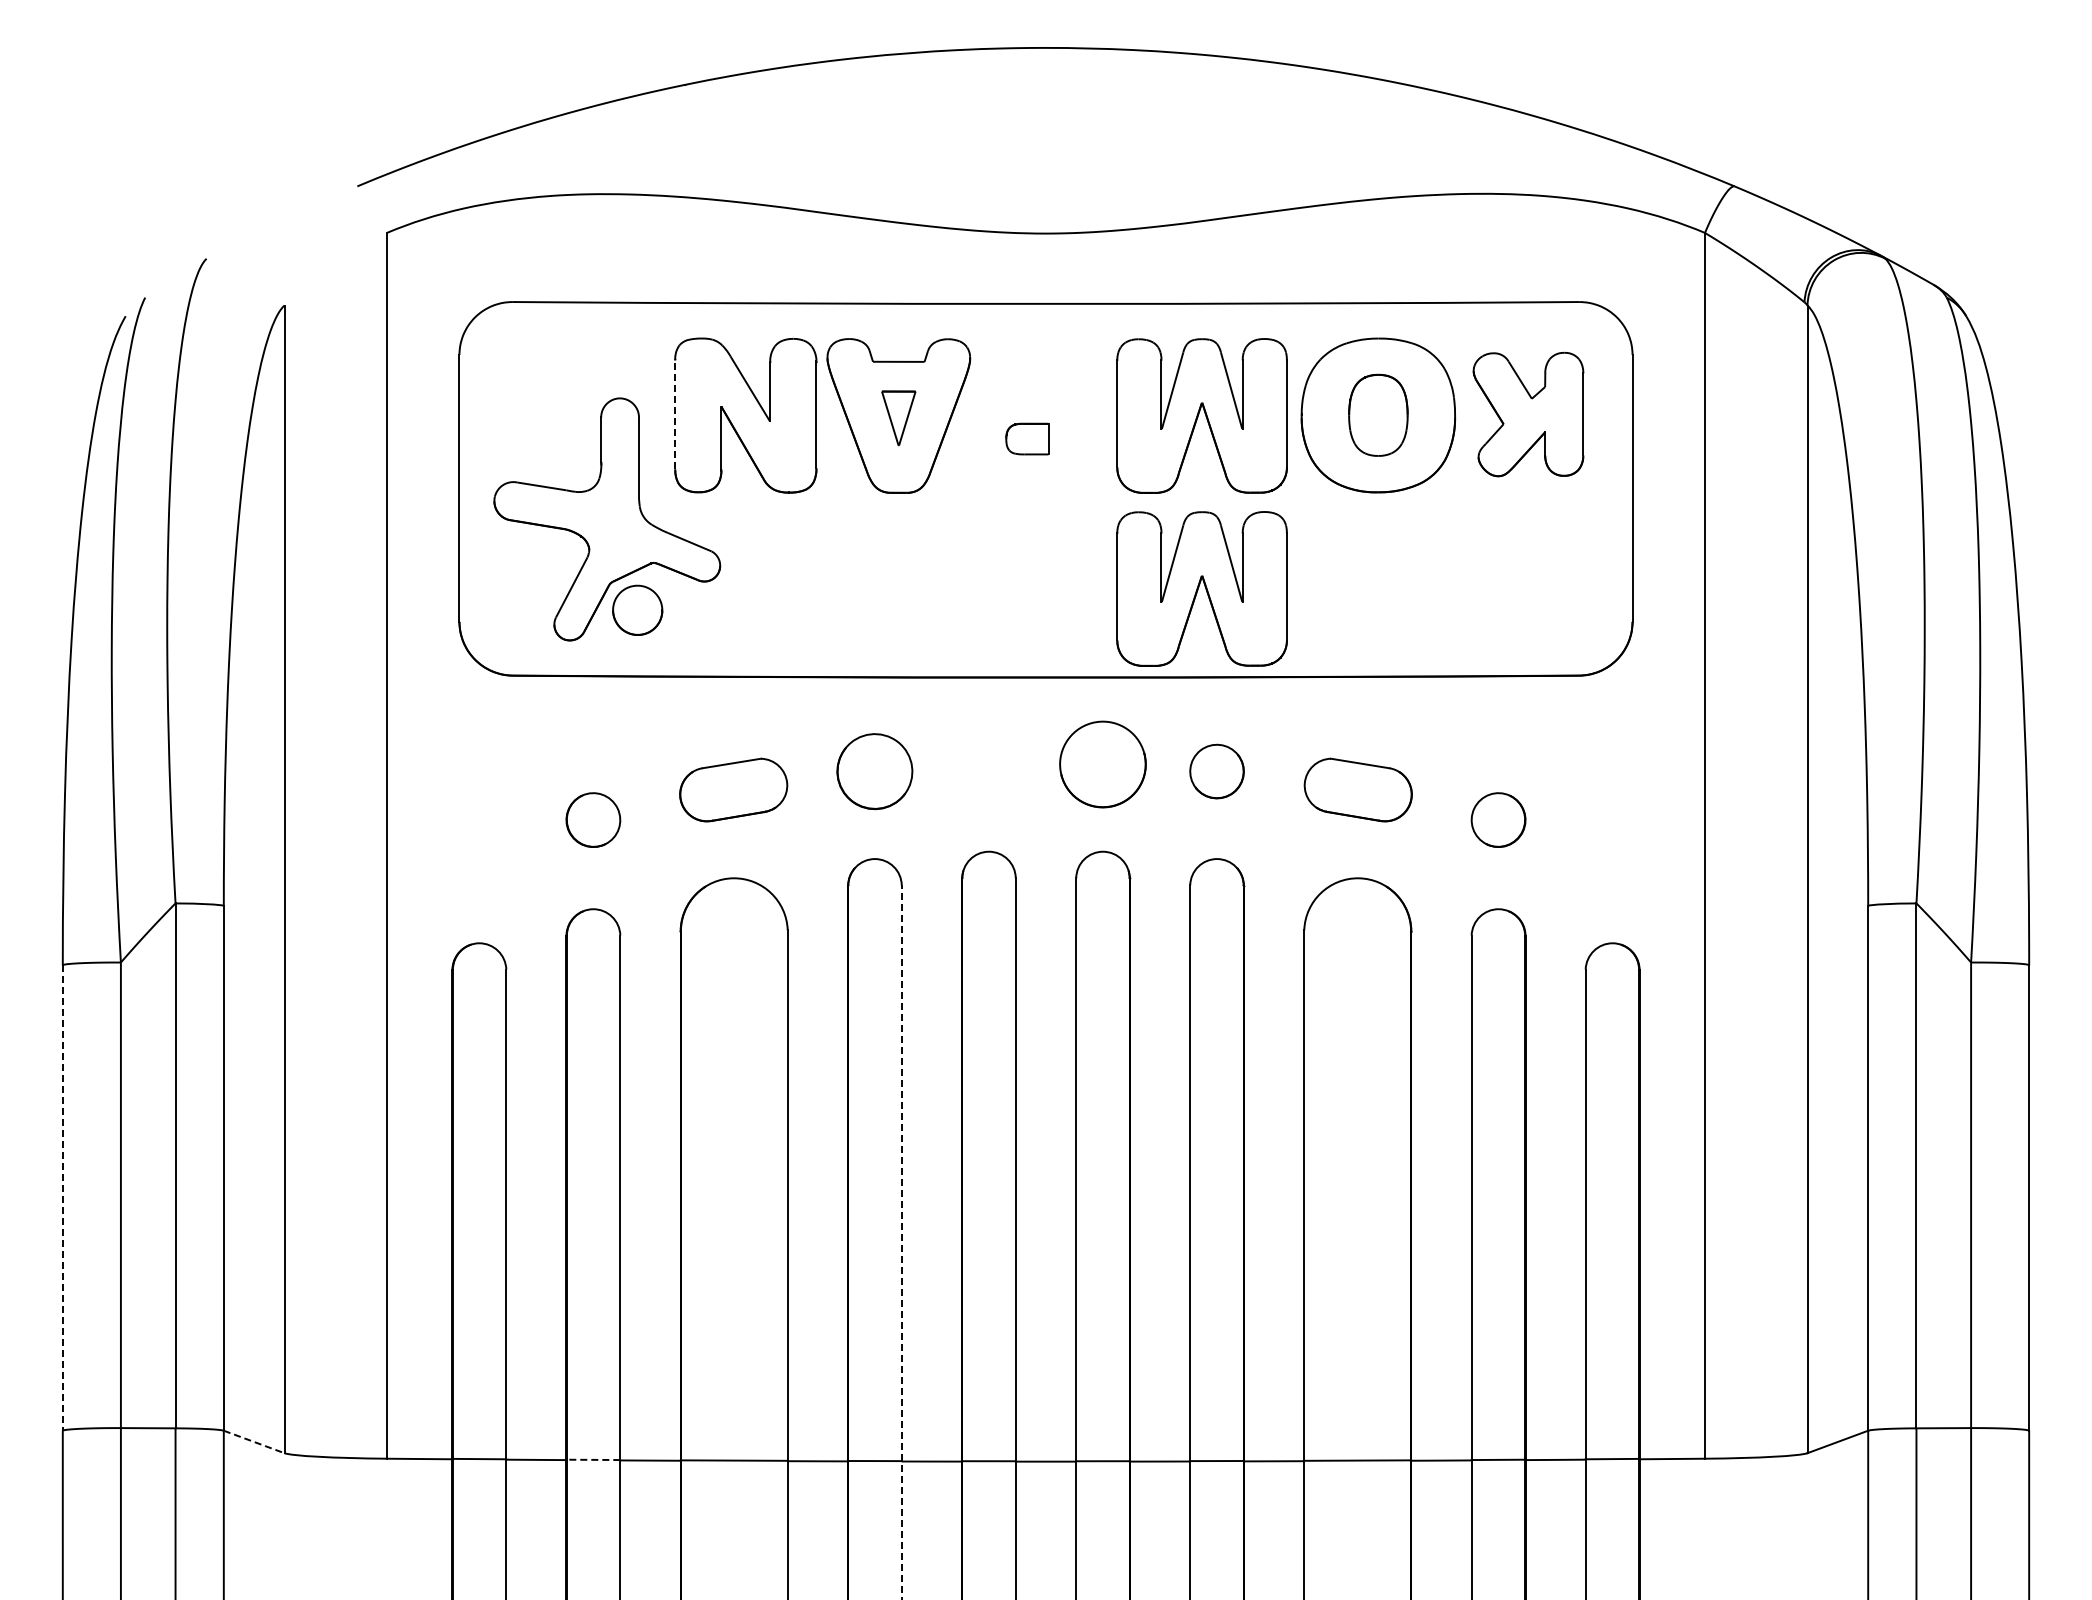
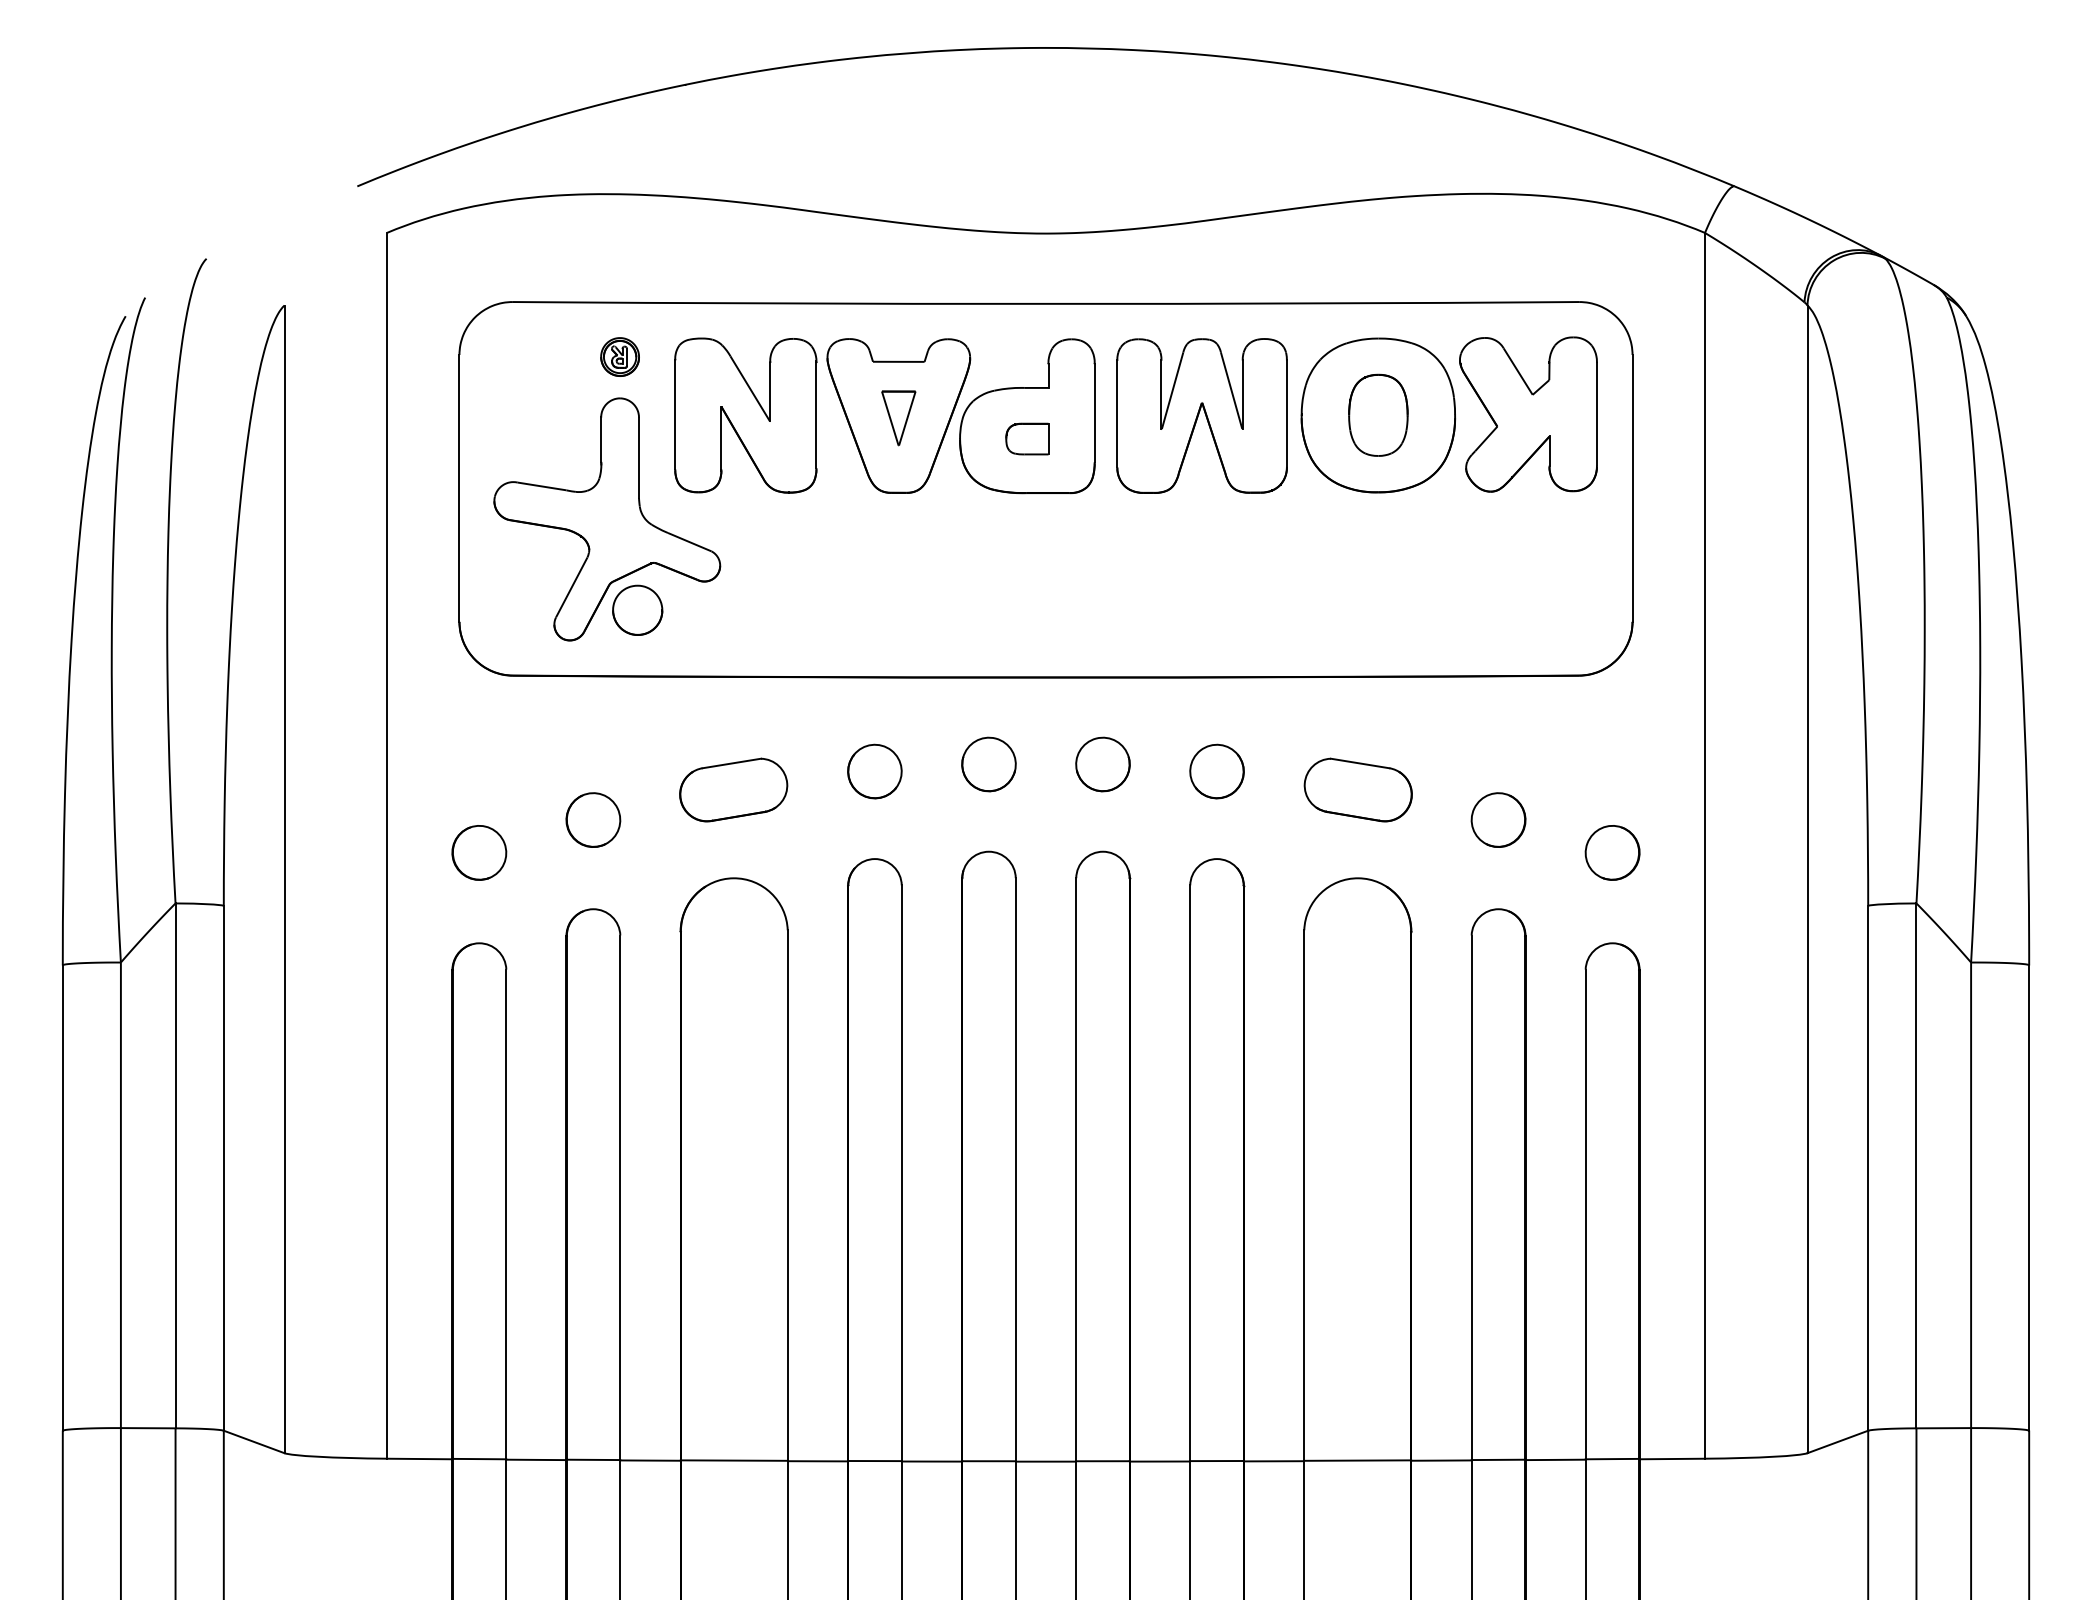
part at (619, 356): none -> present
line at (675, 414): dashed -> solid
part at (1528, 414) size: 113x127 px -> 139x157 px
part at (1027, 416): none -> present
part at (1201, 588): present -> none
part at (988, 764): none -> present
part at (1102, 764) size: 88x89 px -> 56x57 px
part at (874, 771) size: 78x78 px -> 56x57 px
part at (479, 852): none -> present
part at (1612, 852): none -> present
line at (62, 1198): dashed -> solid
line at (901, 1242): dashed -> solid
line at (254, 1442): dashed -> solid
line at (593, 1459): dashed -> solid
